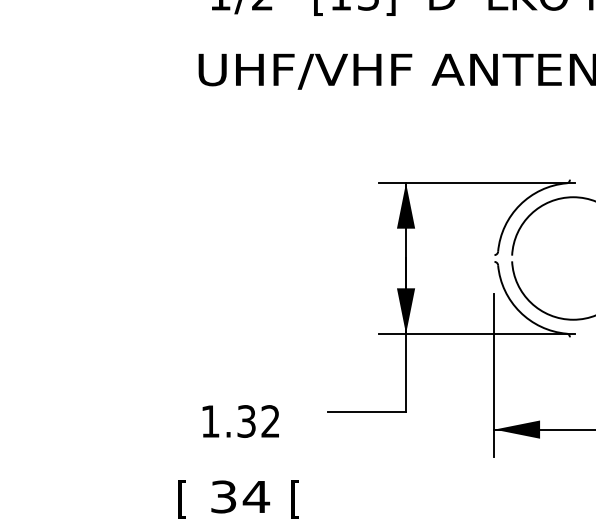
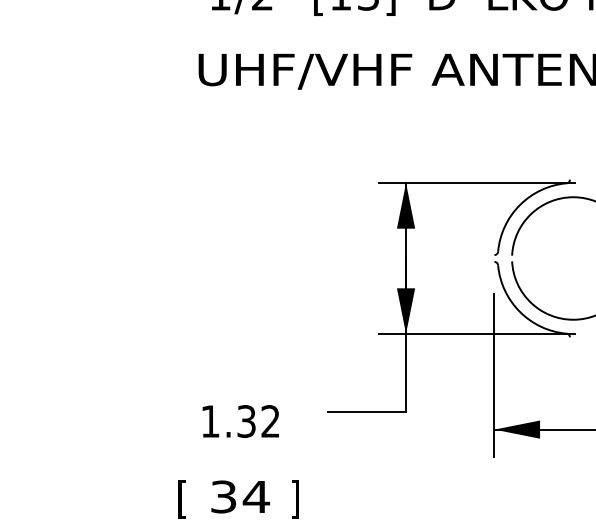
text at (294, 499): [ -> ]
